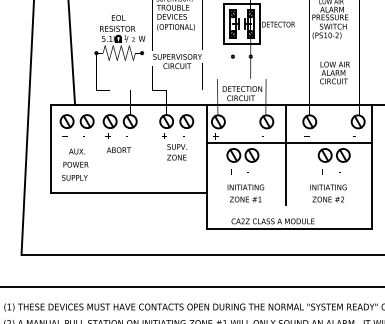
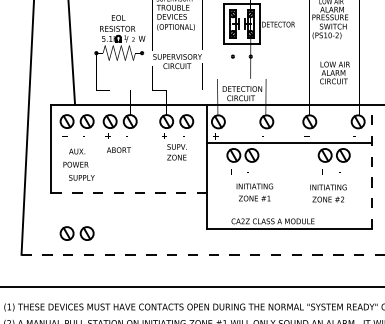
line at (285, 155): present -> none
line at (372, 166): solid -> dashed
text at (74, 177) position: (74, 177) -> (81, 177)
line at (129, 193): solid -> dashed
text at (245, 193) position: (245, 193) -> (254, 192)
part at (76, 233): none -> present
line at (203, 254): solid -> dashed
